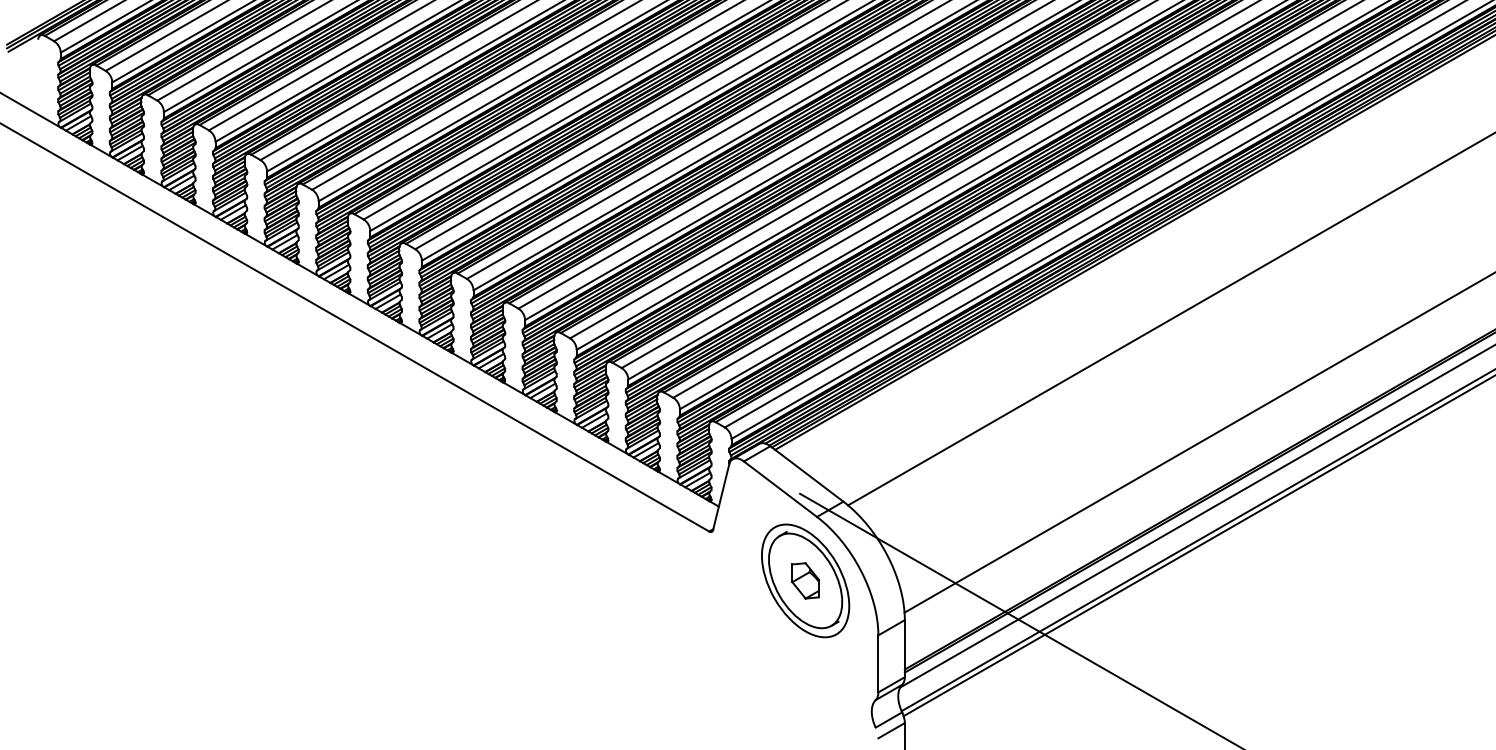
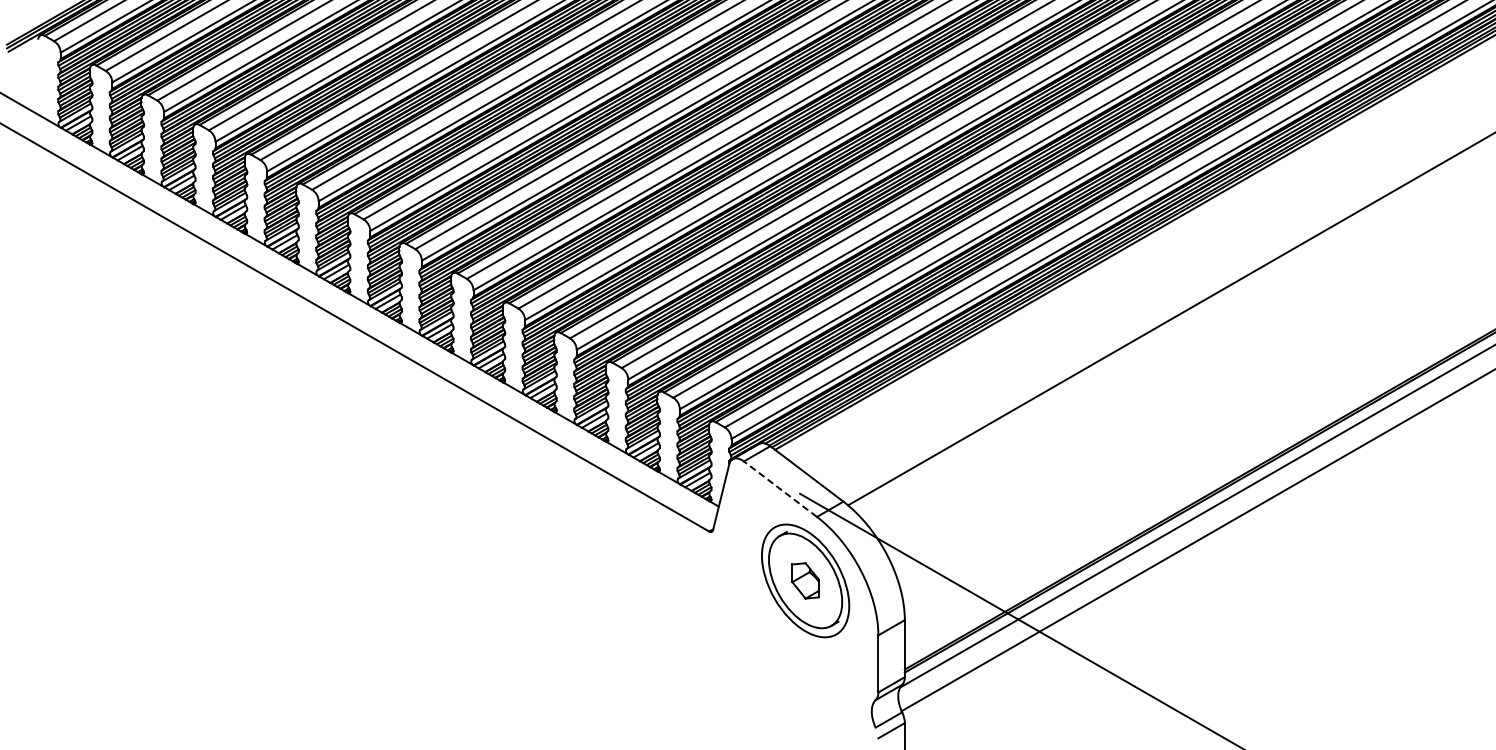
line at (1198, 443): present -> none
line at (780, 489): solid -> dashed
line at (1197, 546): present -> none
